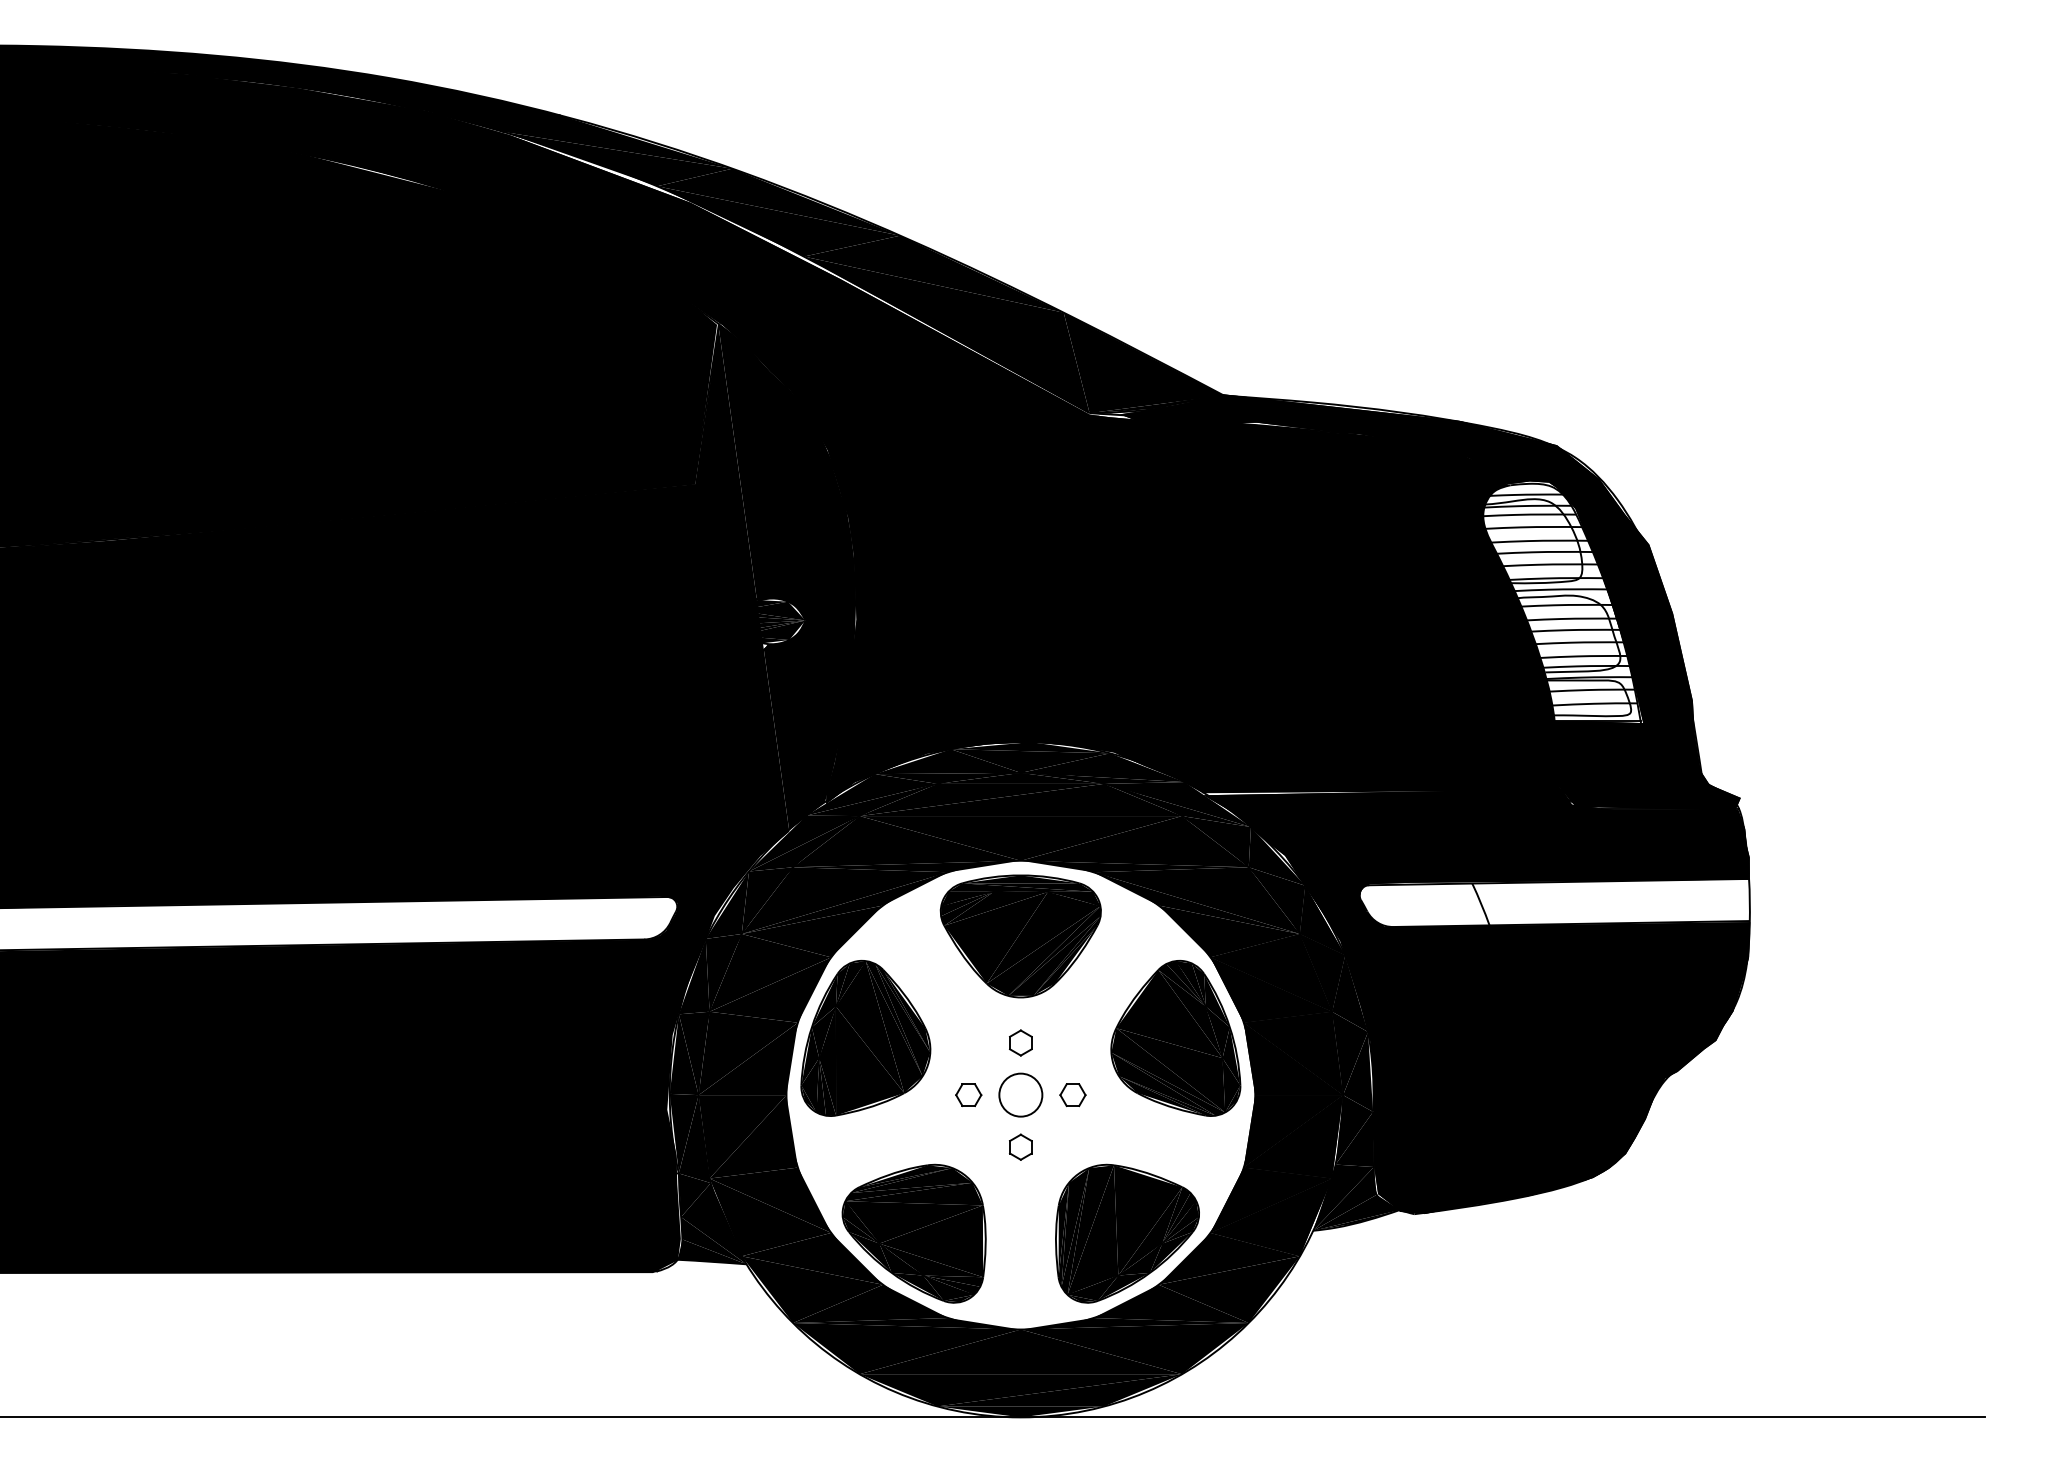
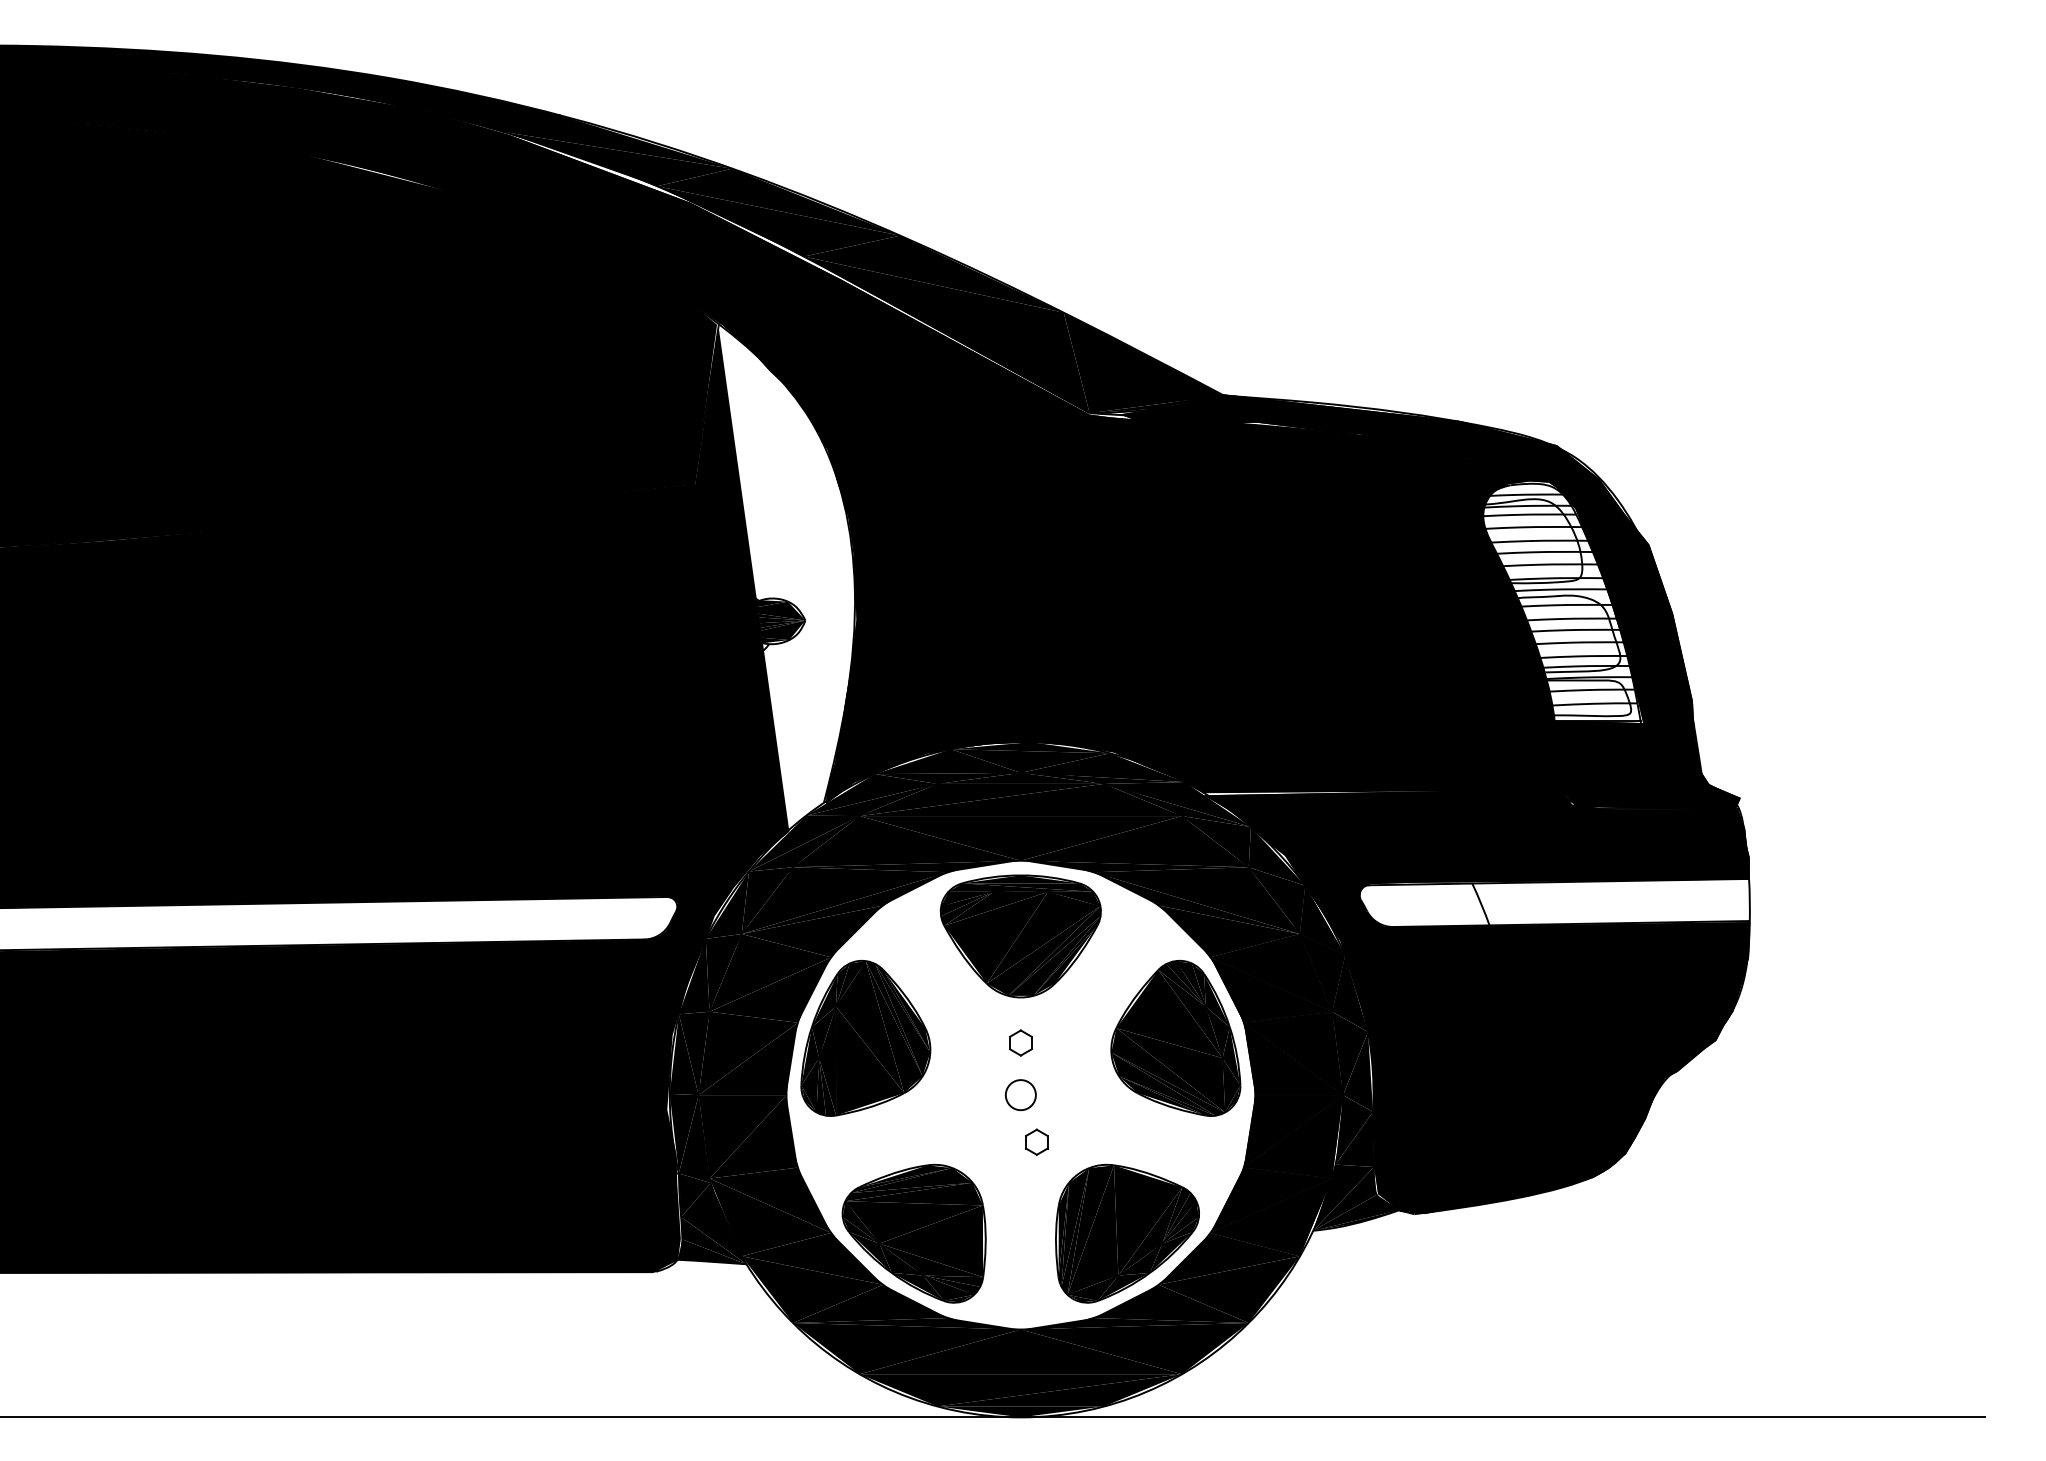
fill at (786, 576): present -> none
part at (968, 1094): present -> none
circle at (1020, 1094) diameter: 43 px -> 30 px
part at (1072, 1095): present -> none
part at (1020, 1146) position: (1020, 1146) -> (1036, 1141)
